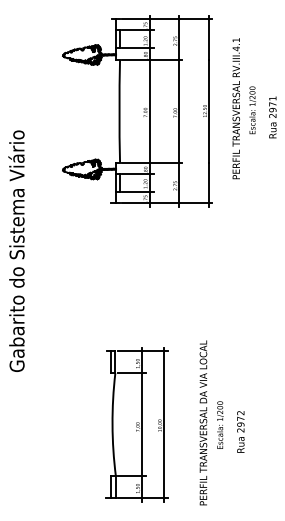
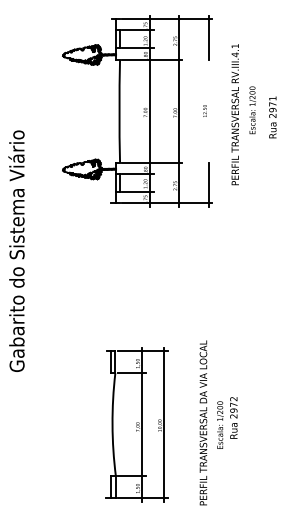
text at (235, 108) position: (235, 108) -> (234, 114)
line at (208, 110): present -> none
text at (240, 431) position: (240, 431) -> (233, 417)
